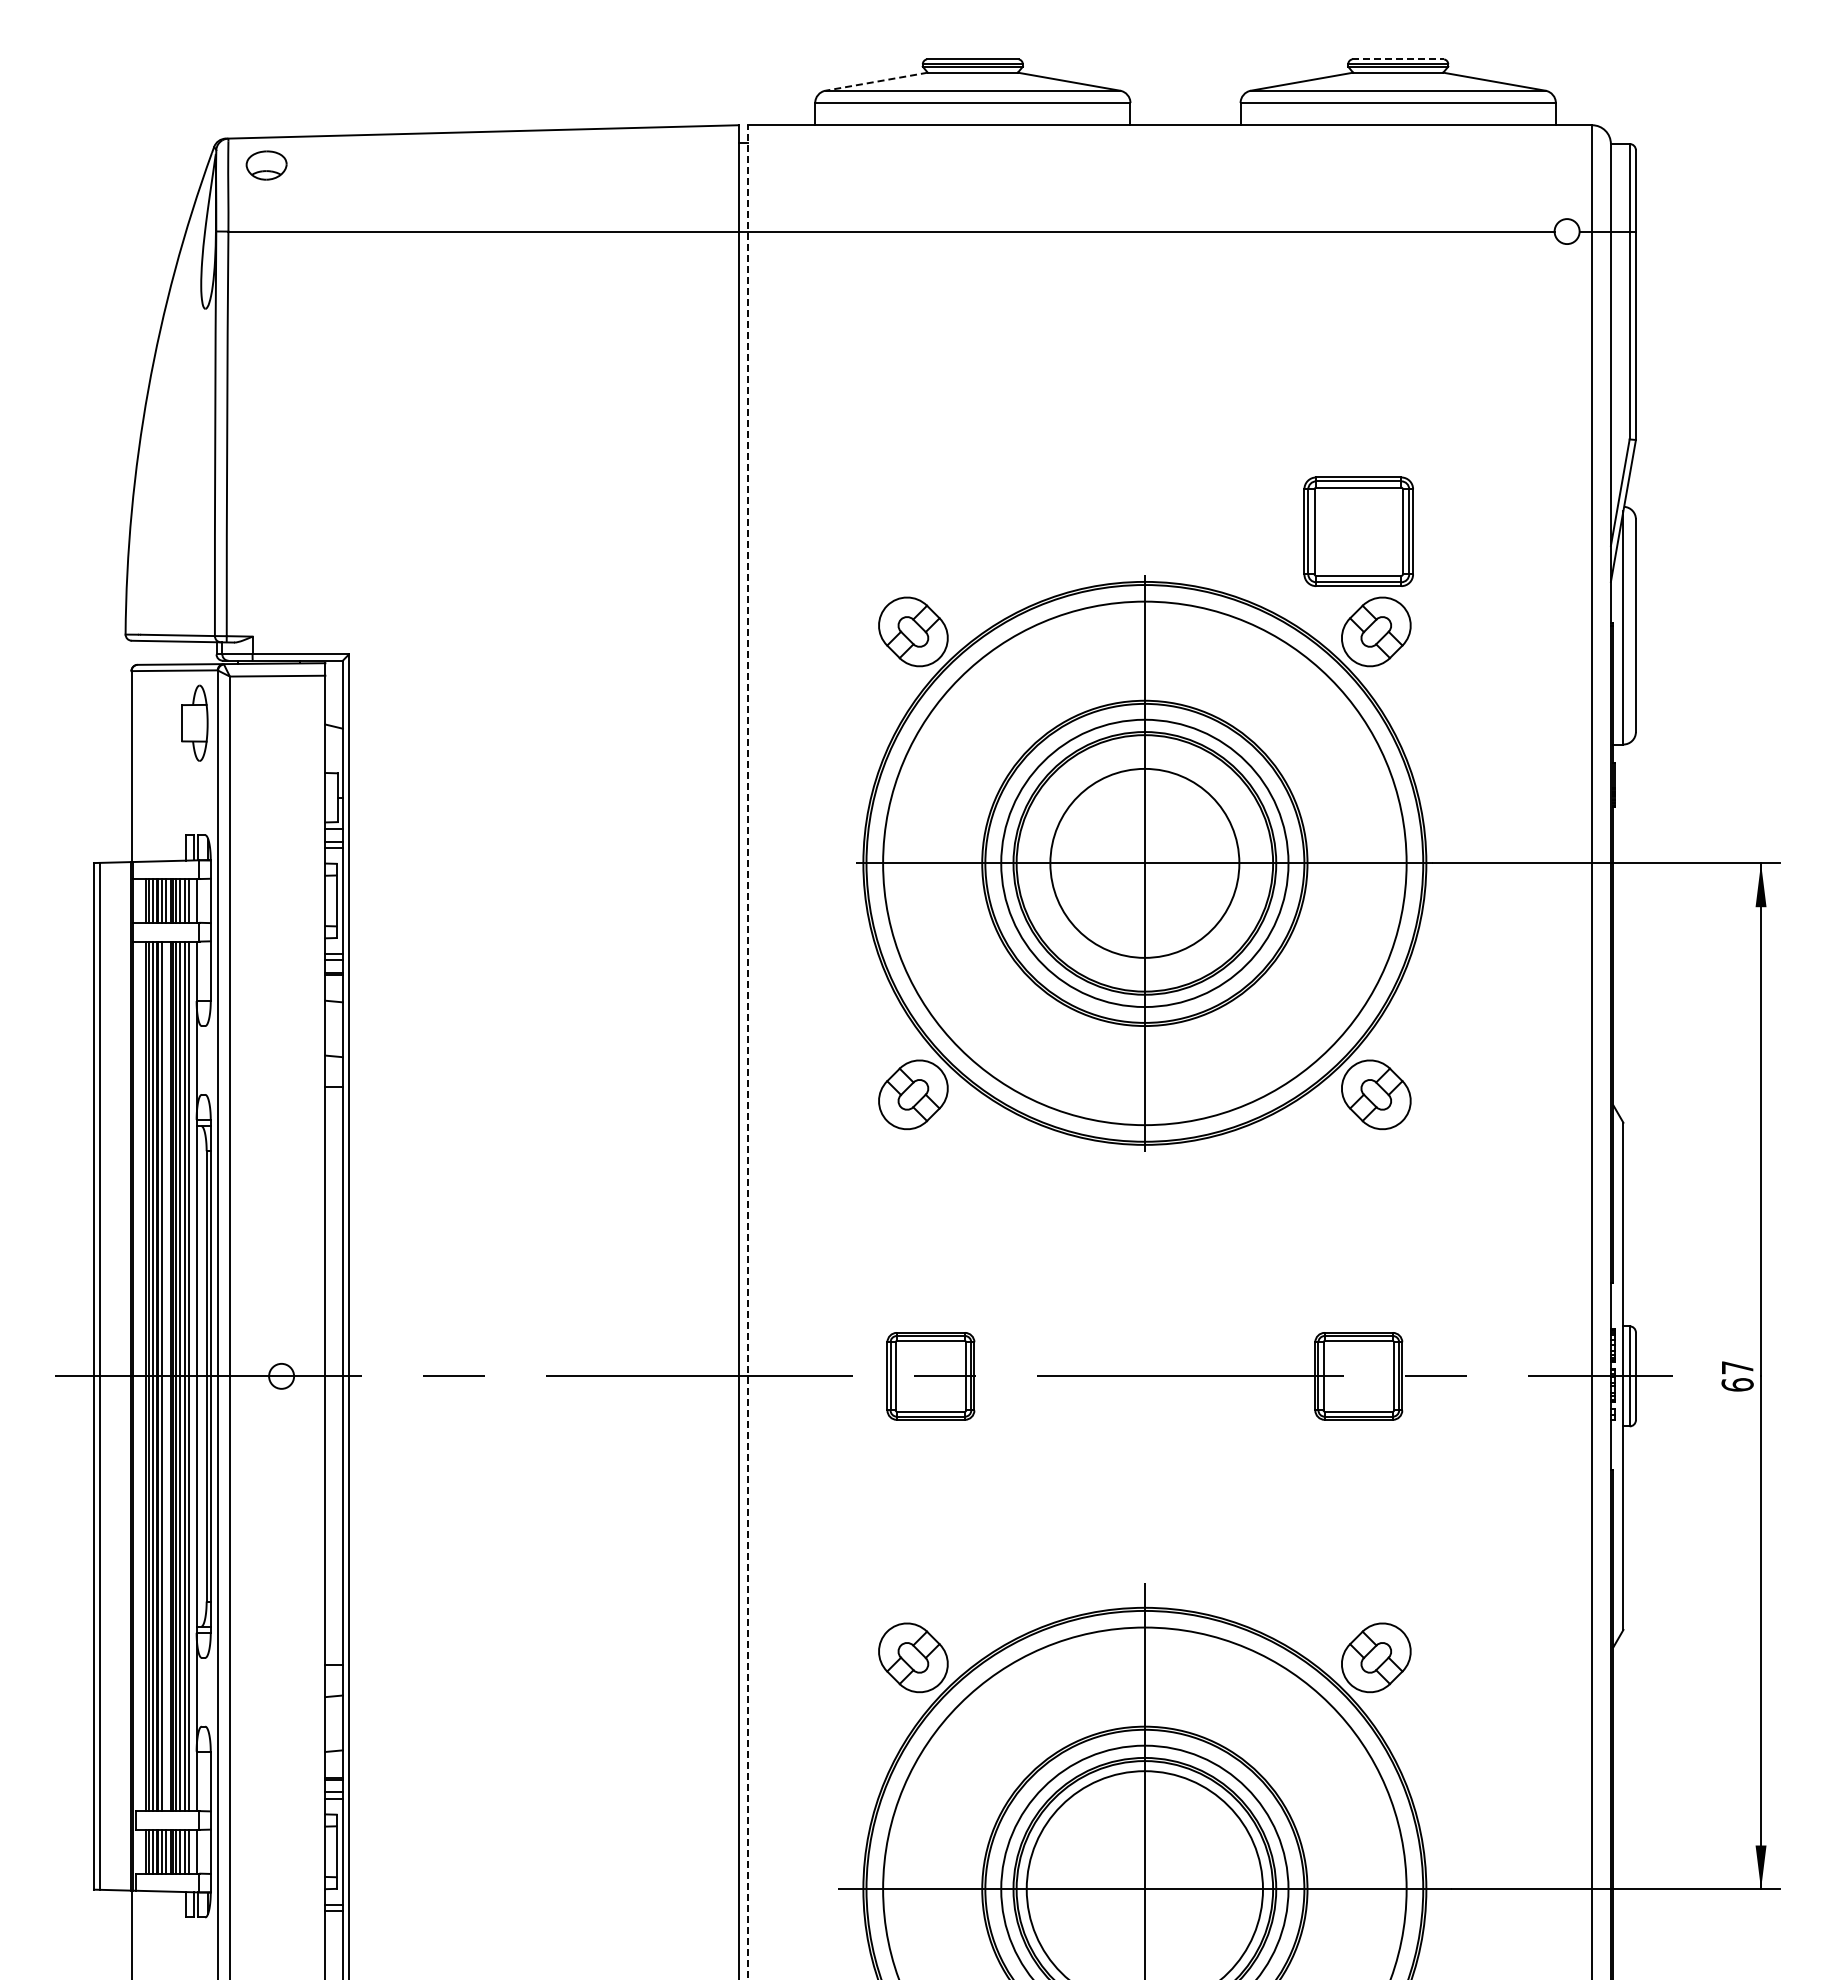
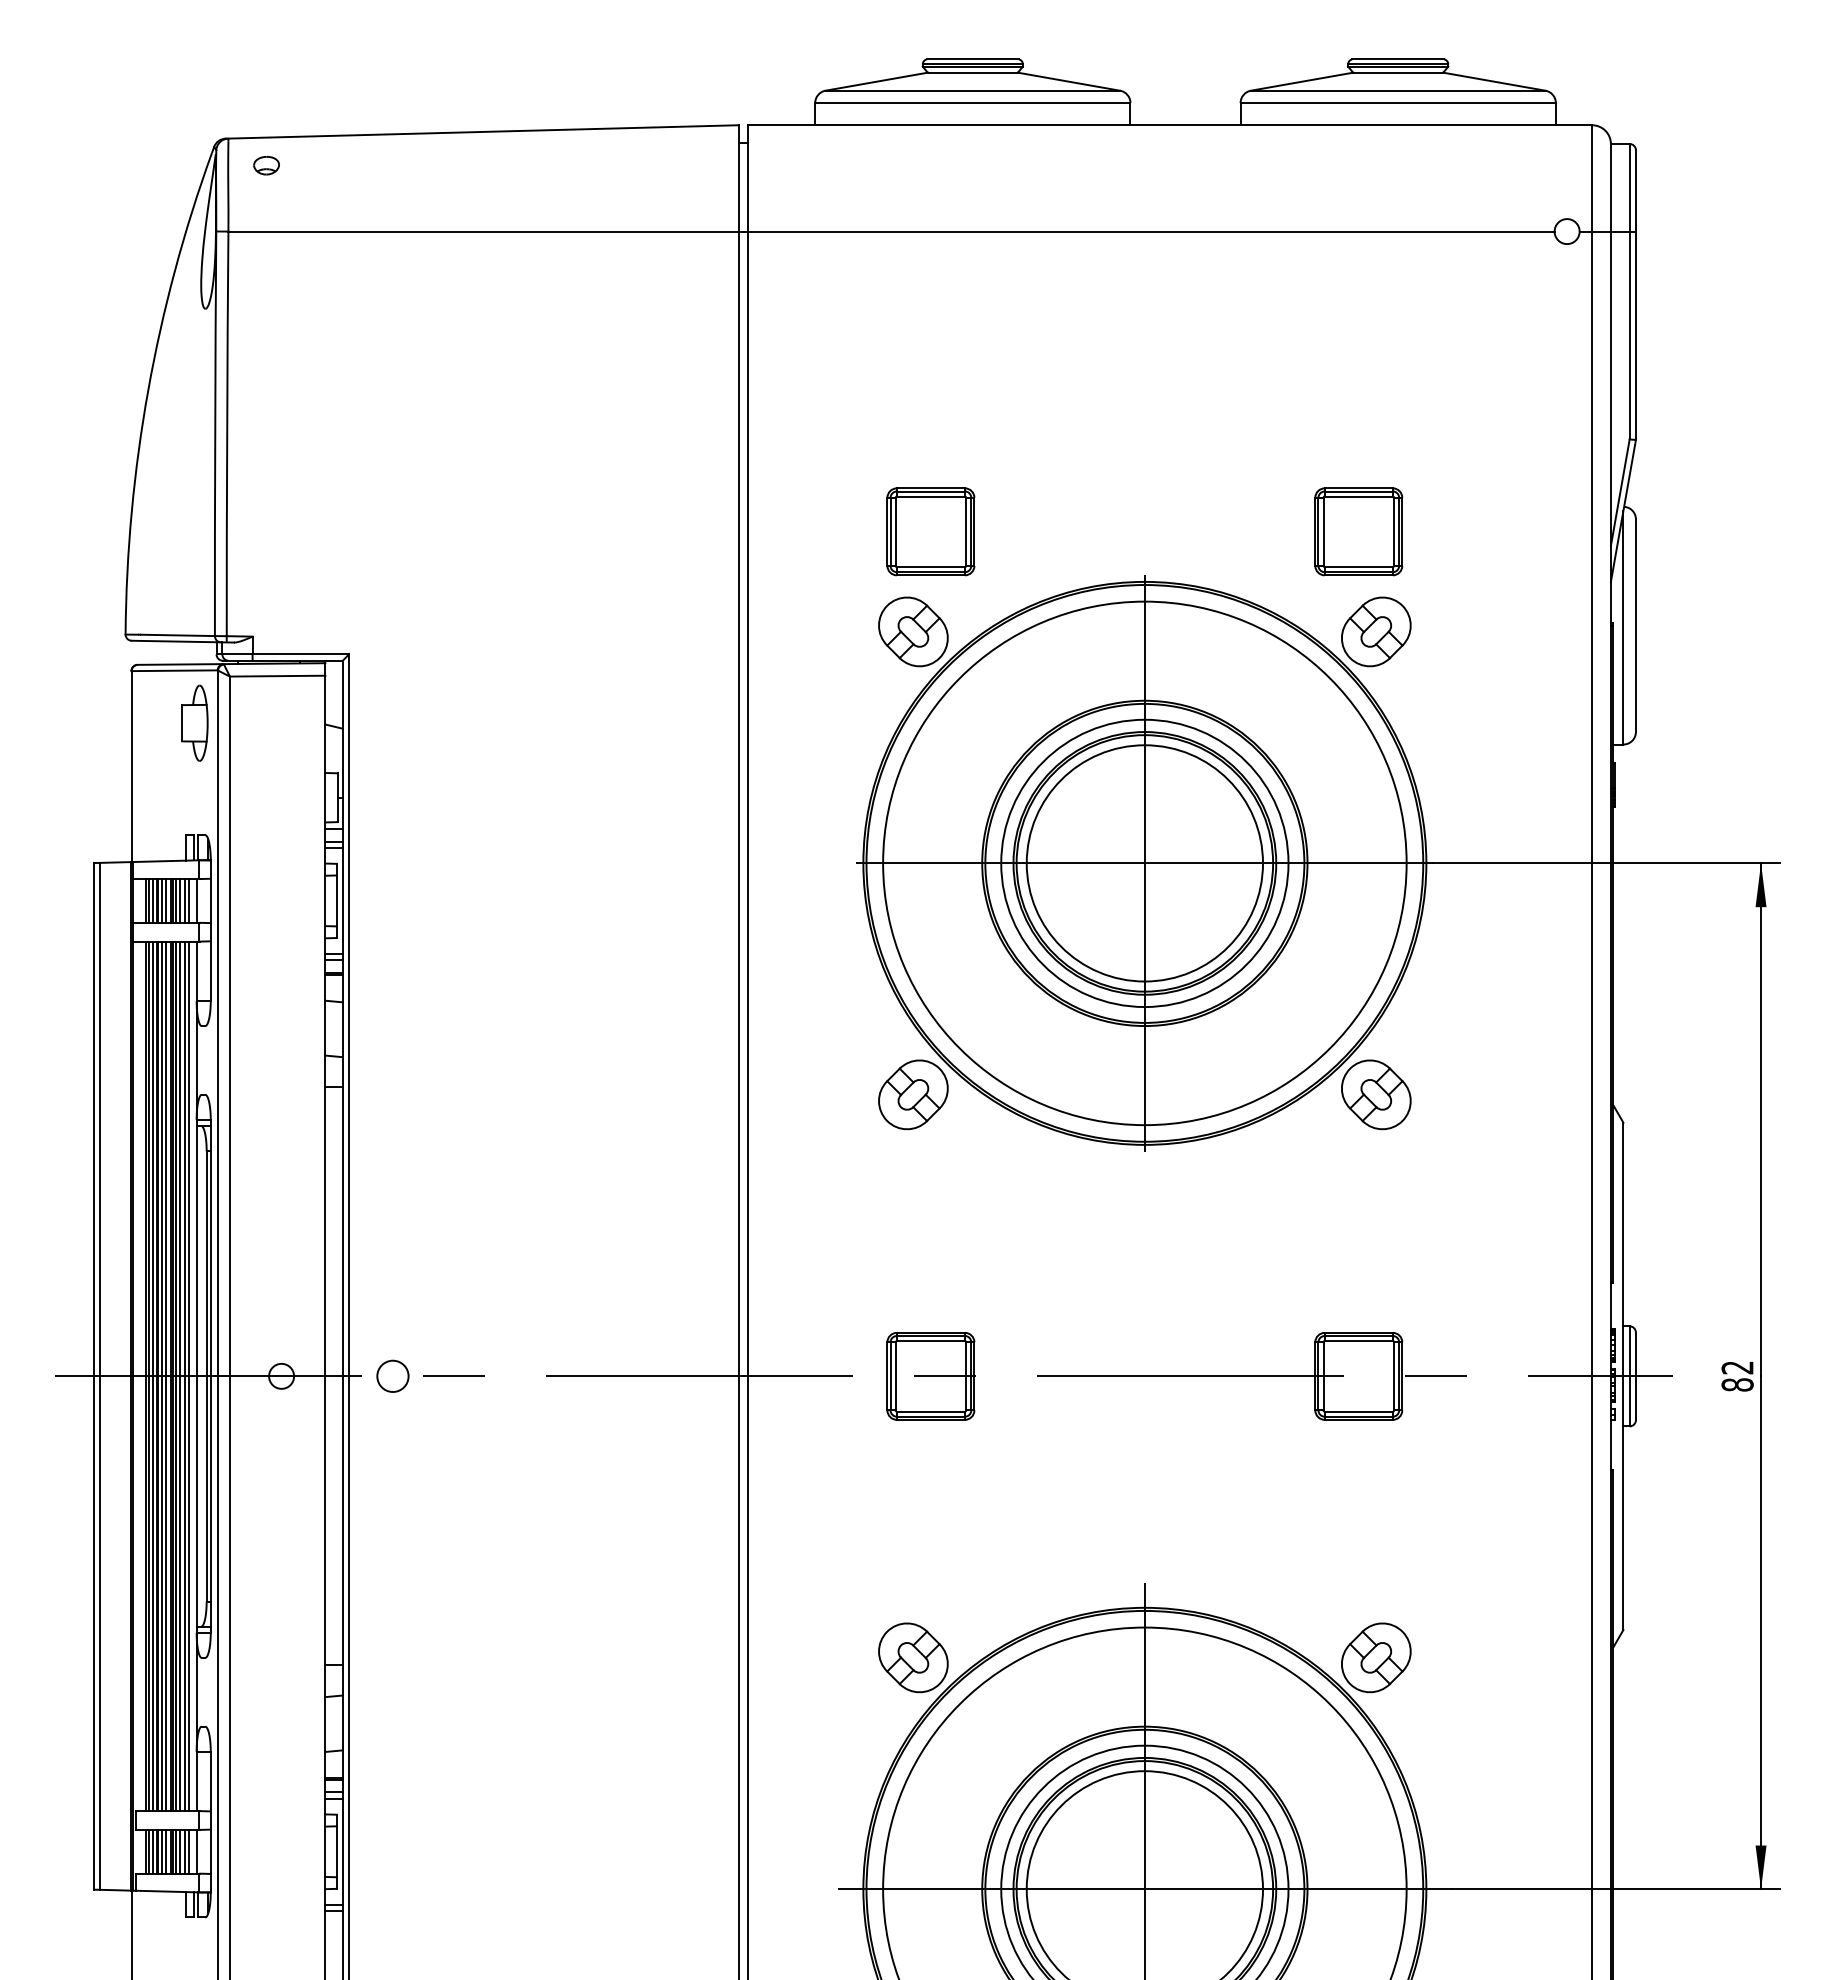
line at (1398, 59): dashed -> solid
line at (876, 81): dashed -> solid
part at (266, 165) size: 43x31 px -> 27x20 px
part at (930, 531): none -> present
part at (1358, 531) size: 111x111 px -> 90x90 px
circle at (1144, 862) diameter: 189 px -> 236 px
line at (747, 1051): dashed -> solid
circle at (392, 1375): none -> present
line at (165, 1376): none -> present
text at (1737, 1376): 67 -> 82
